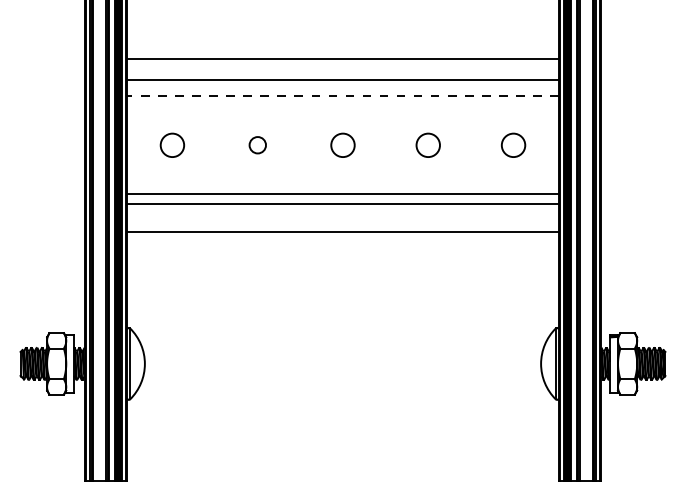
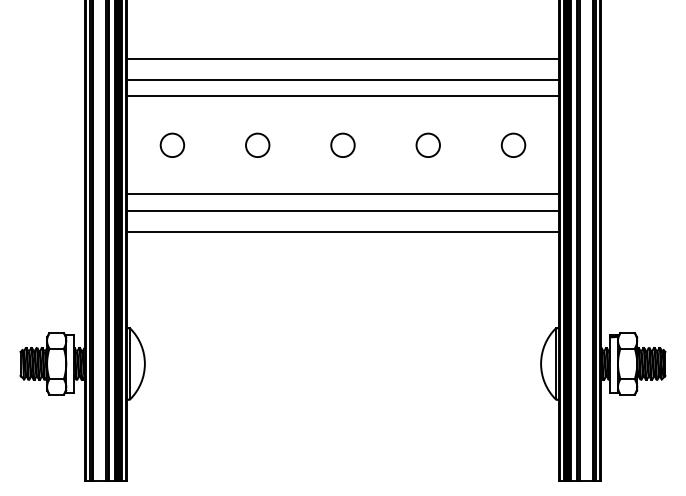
line at (342, 96): dashed -> solid
circle at (257, 145) size: 19x19 px -> 26x26 px
line at (342, 203) position: (342, 203) -> (342, 210)
